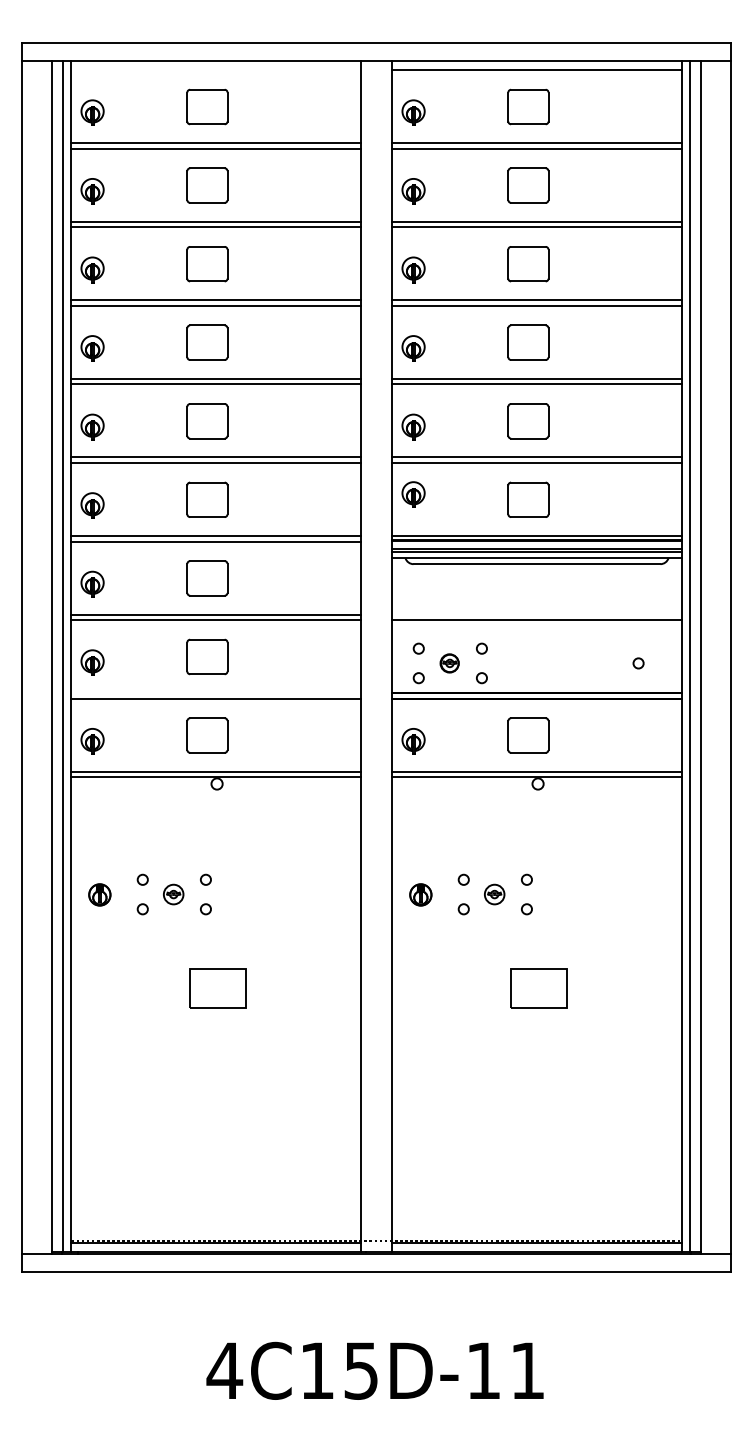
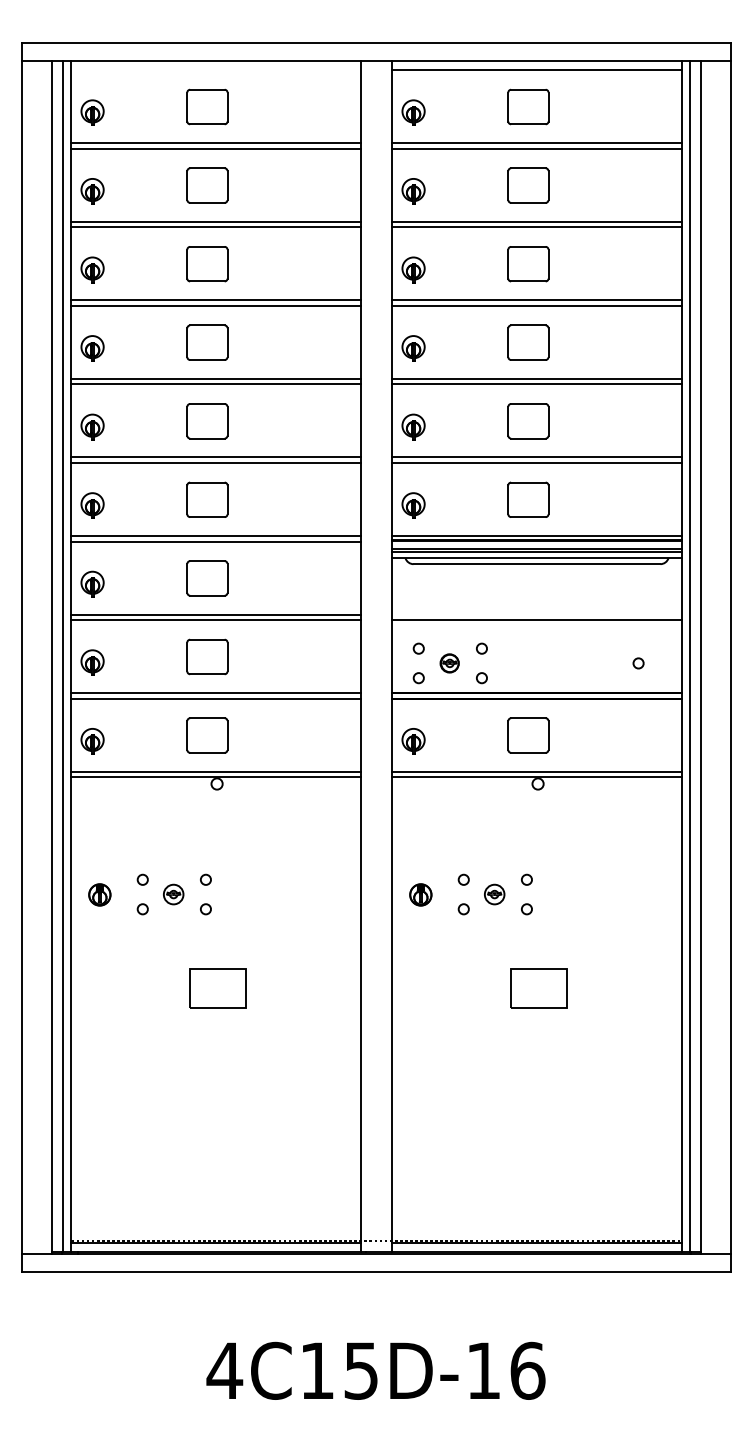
part at (413, 494) position: (413, 494) -> (413, 505)
line at (215, 693): none -> present
text at (527, 1370): 4C15D-11 -> 4C15D-16
